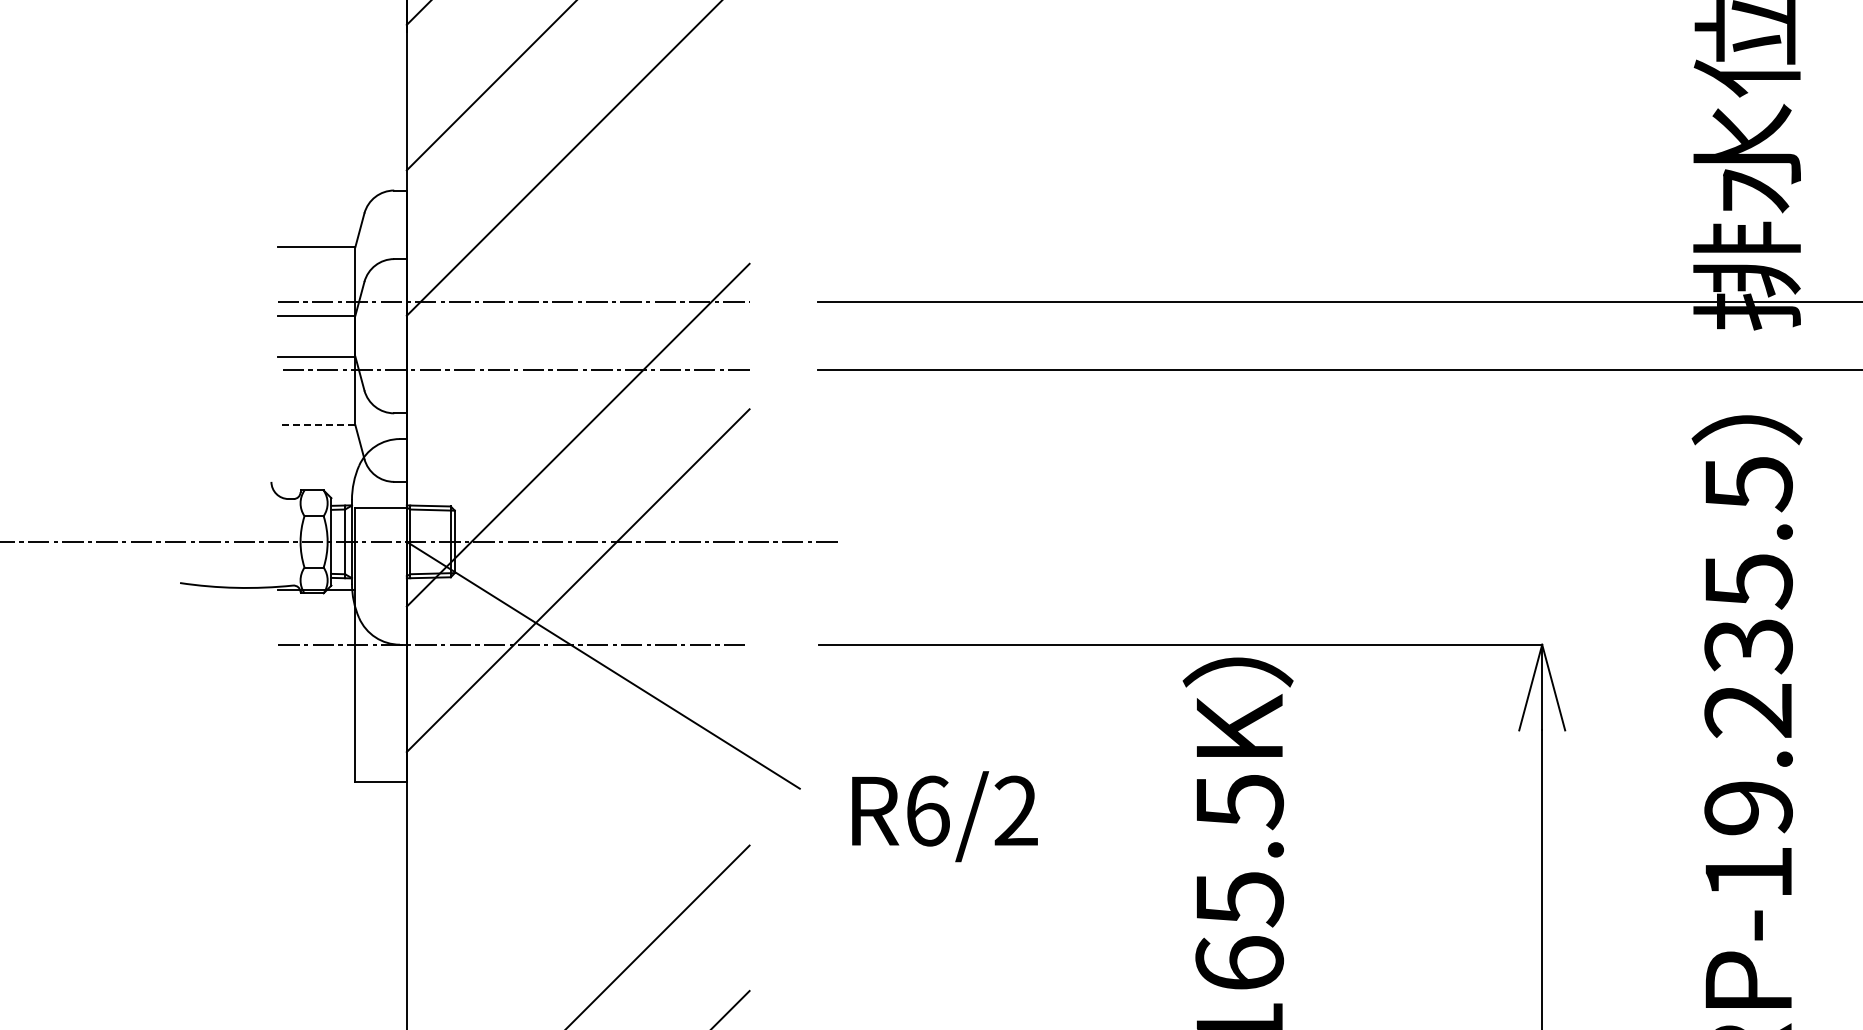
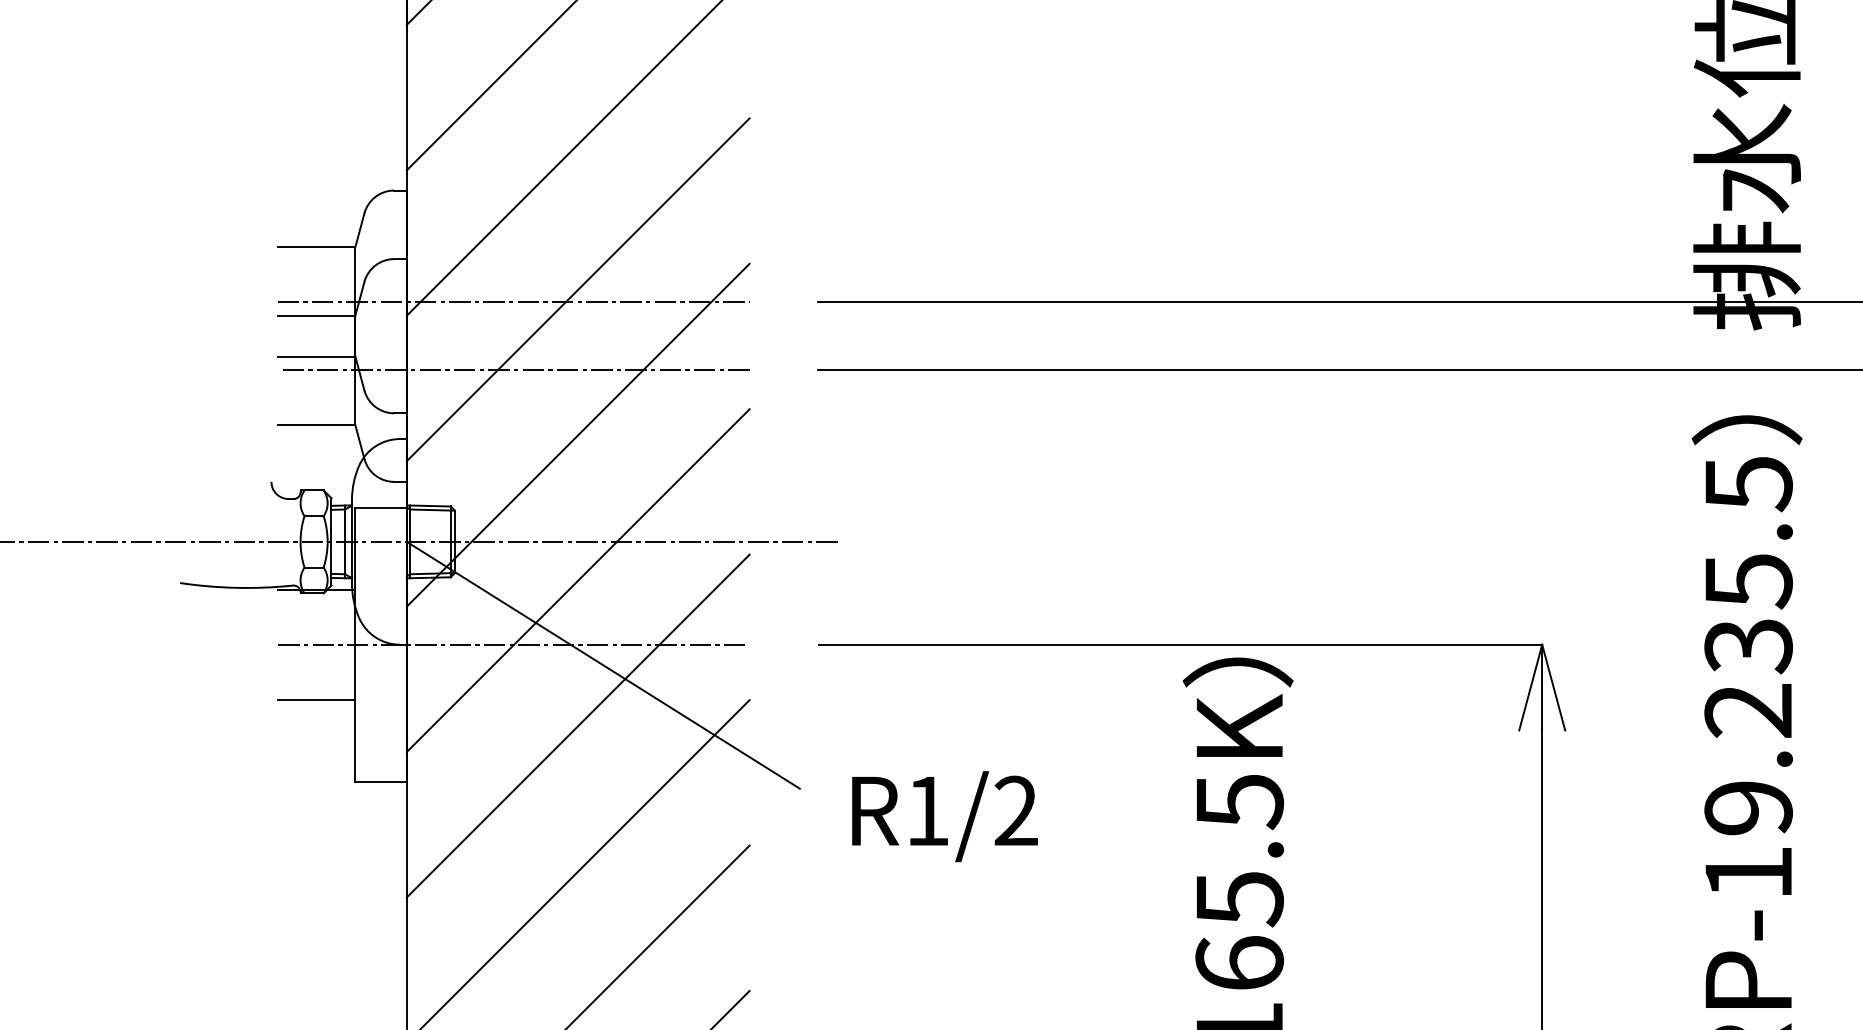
line at (577, 289): none -> present
line at (316, 425): dashed -> solid
line at (316, 699): none -> present
line at (577, 725): none -> present
text at (928, 810): R6/2 -> R1/2
line at (586, 863): none -> present
